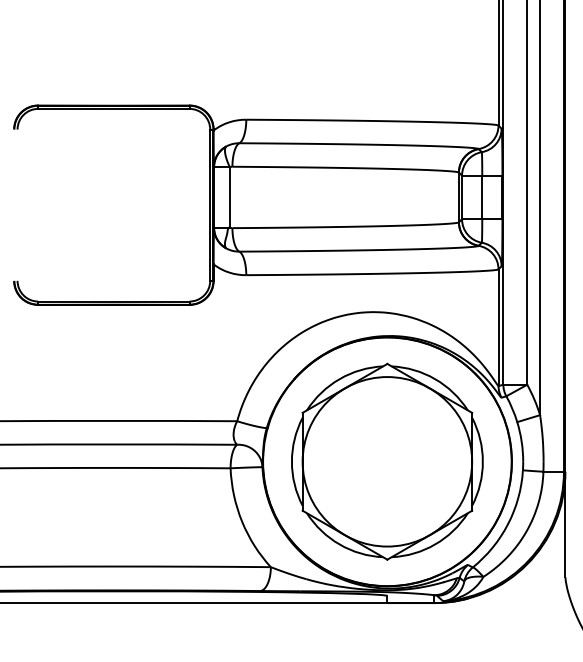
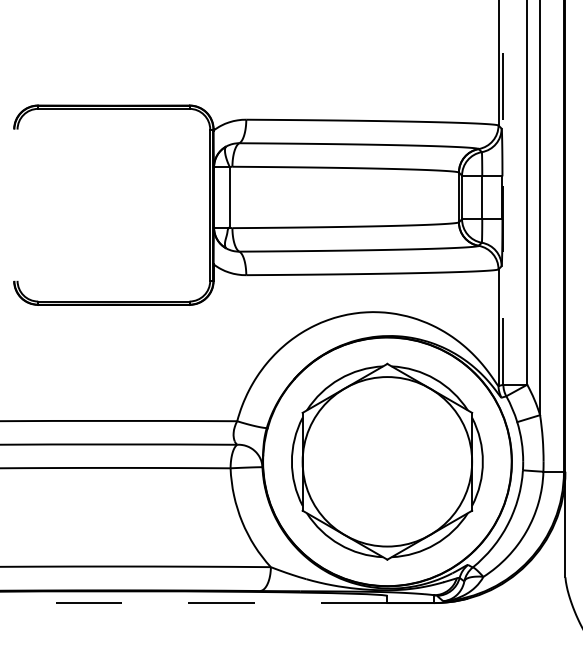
line at (503, 191): solid -> dashed
line at (193, 603): solid -> dashed
